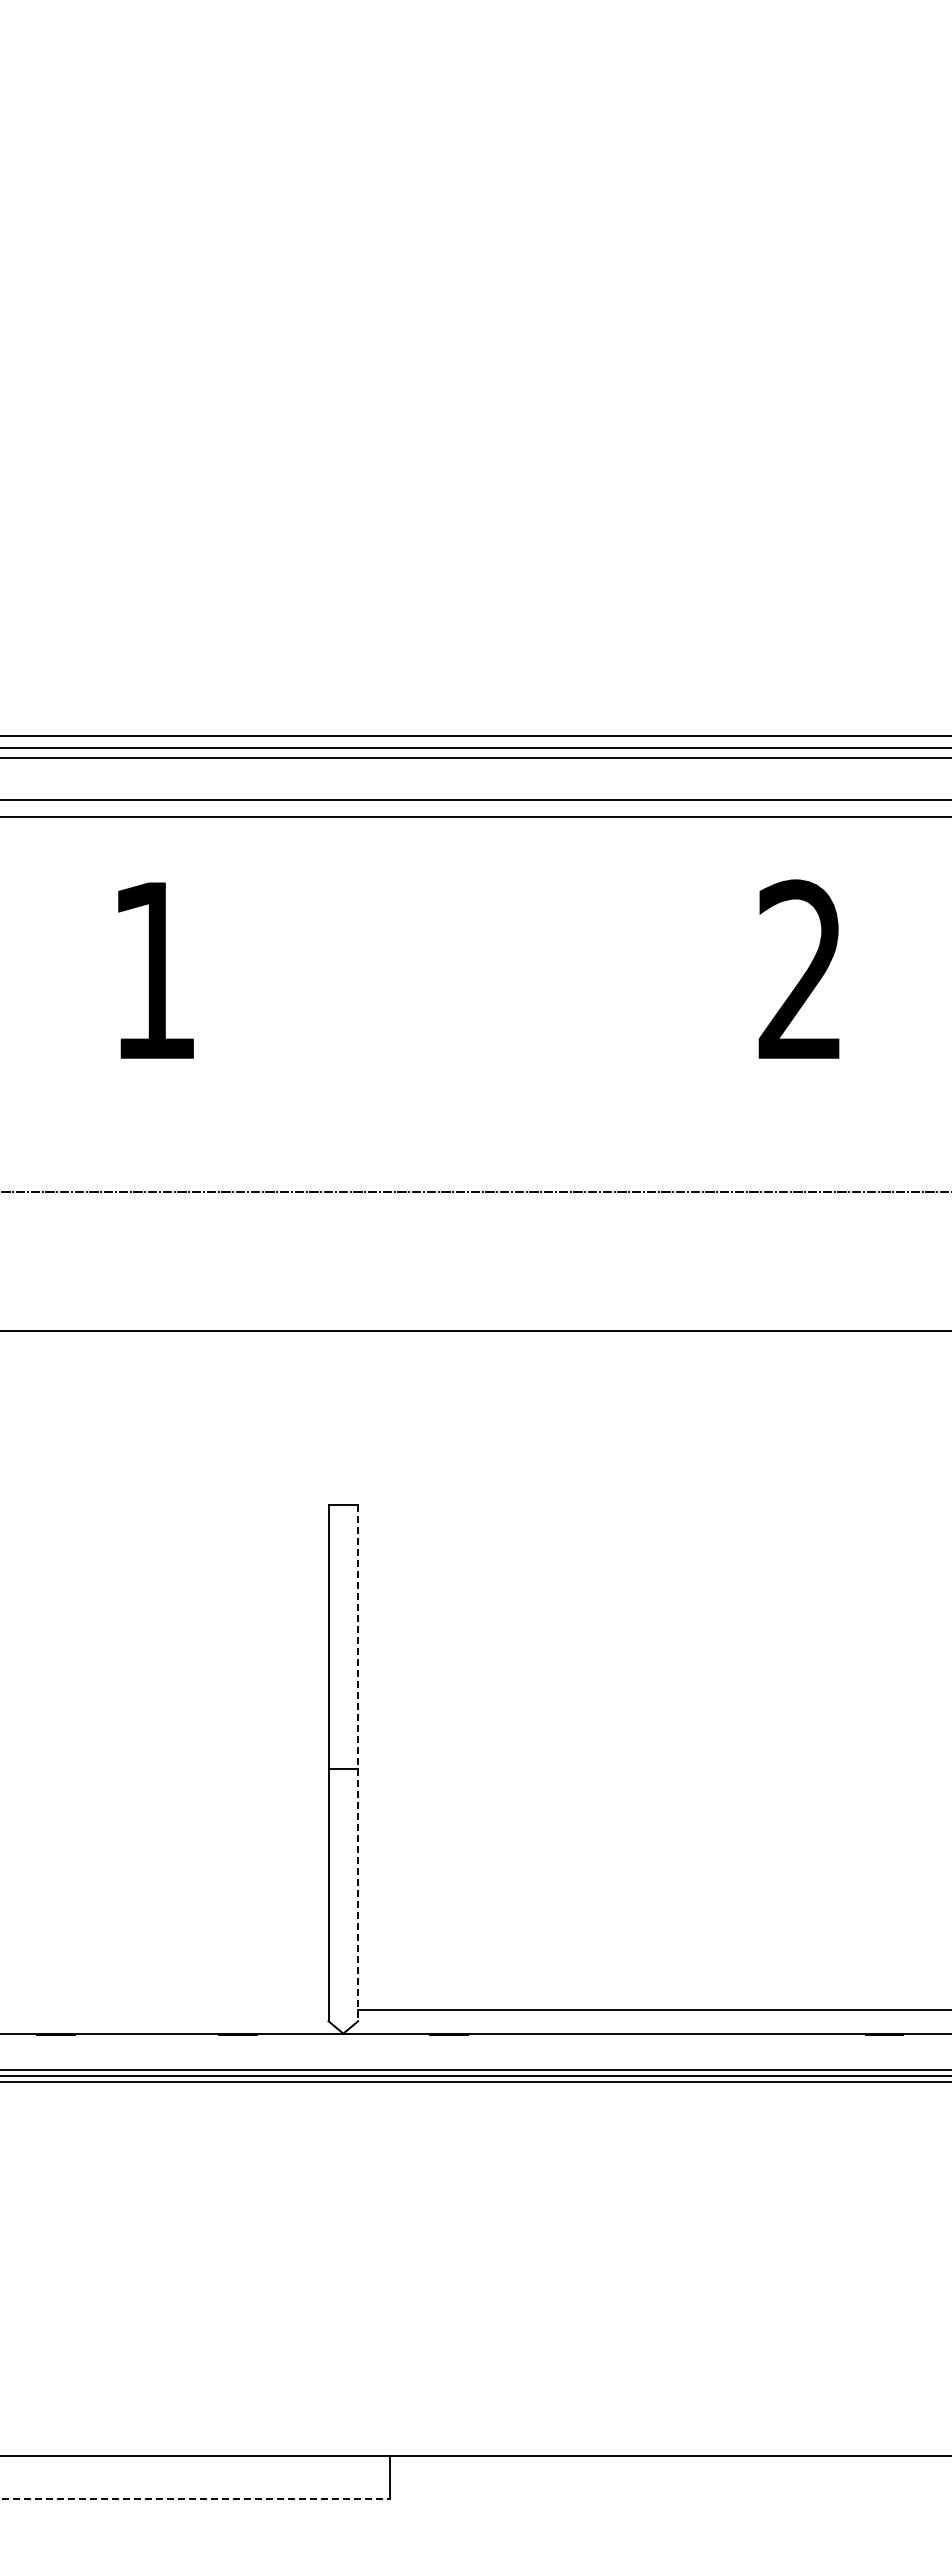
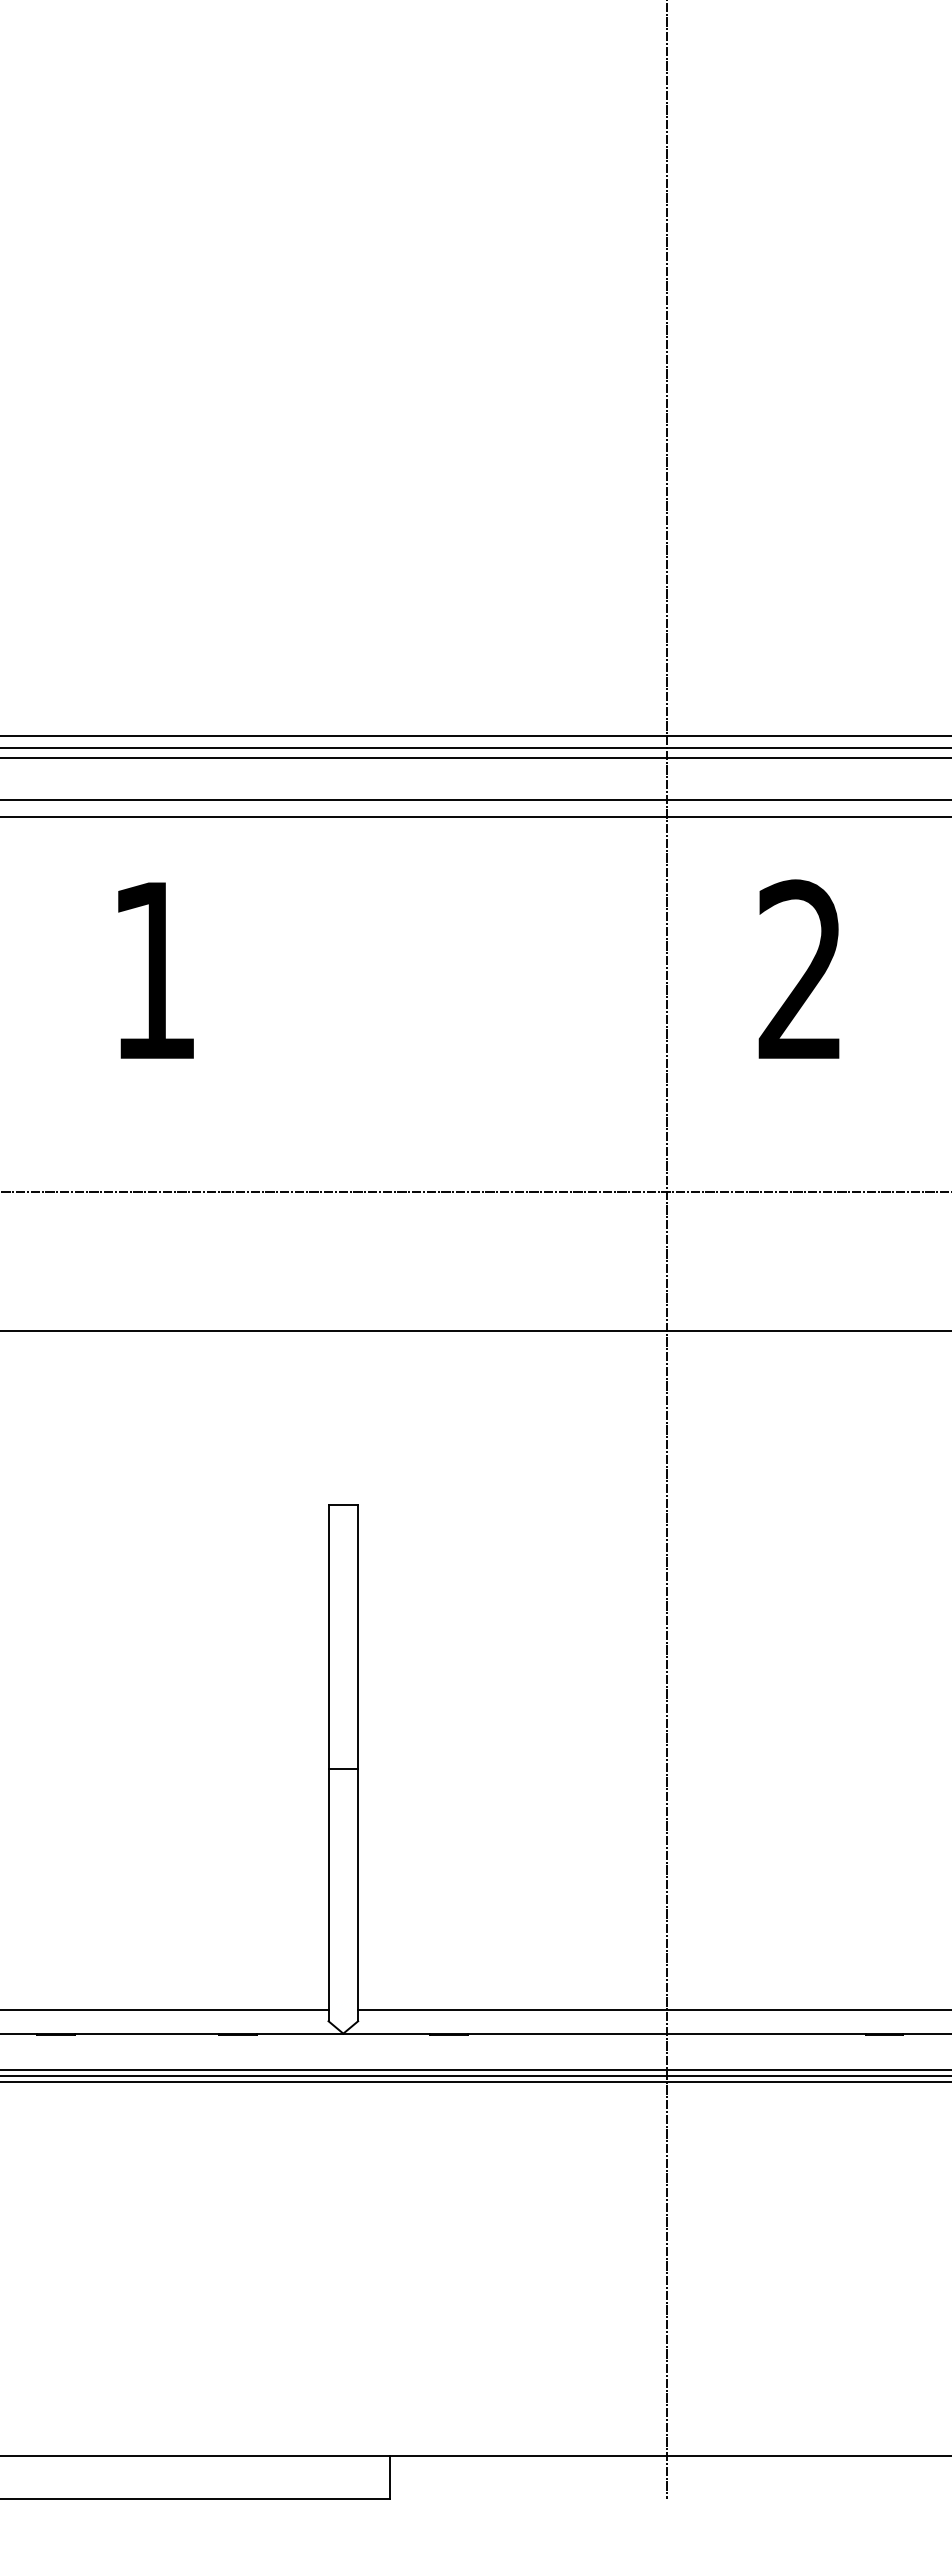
line at (666, 1250): none -> present
line at (358, 1763): dashed -> solid
line at (165, 2009): none -> present
line at (195, 2498): dashed -> solid
